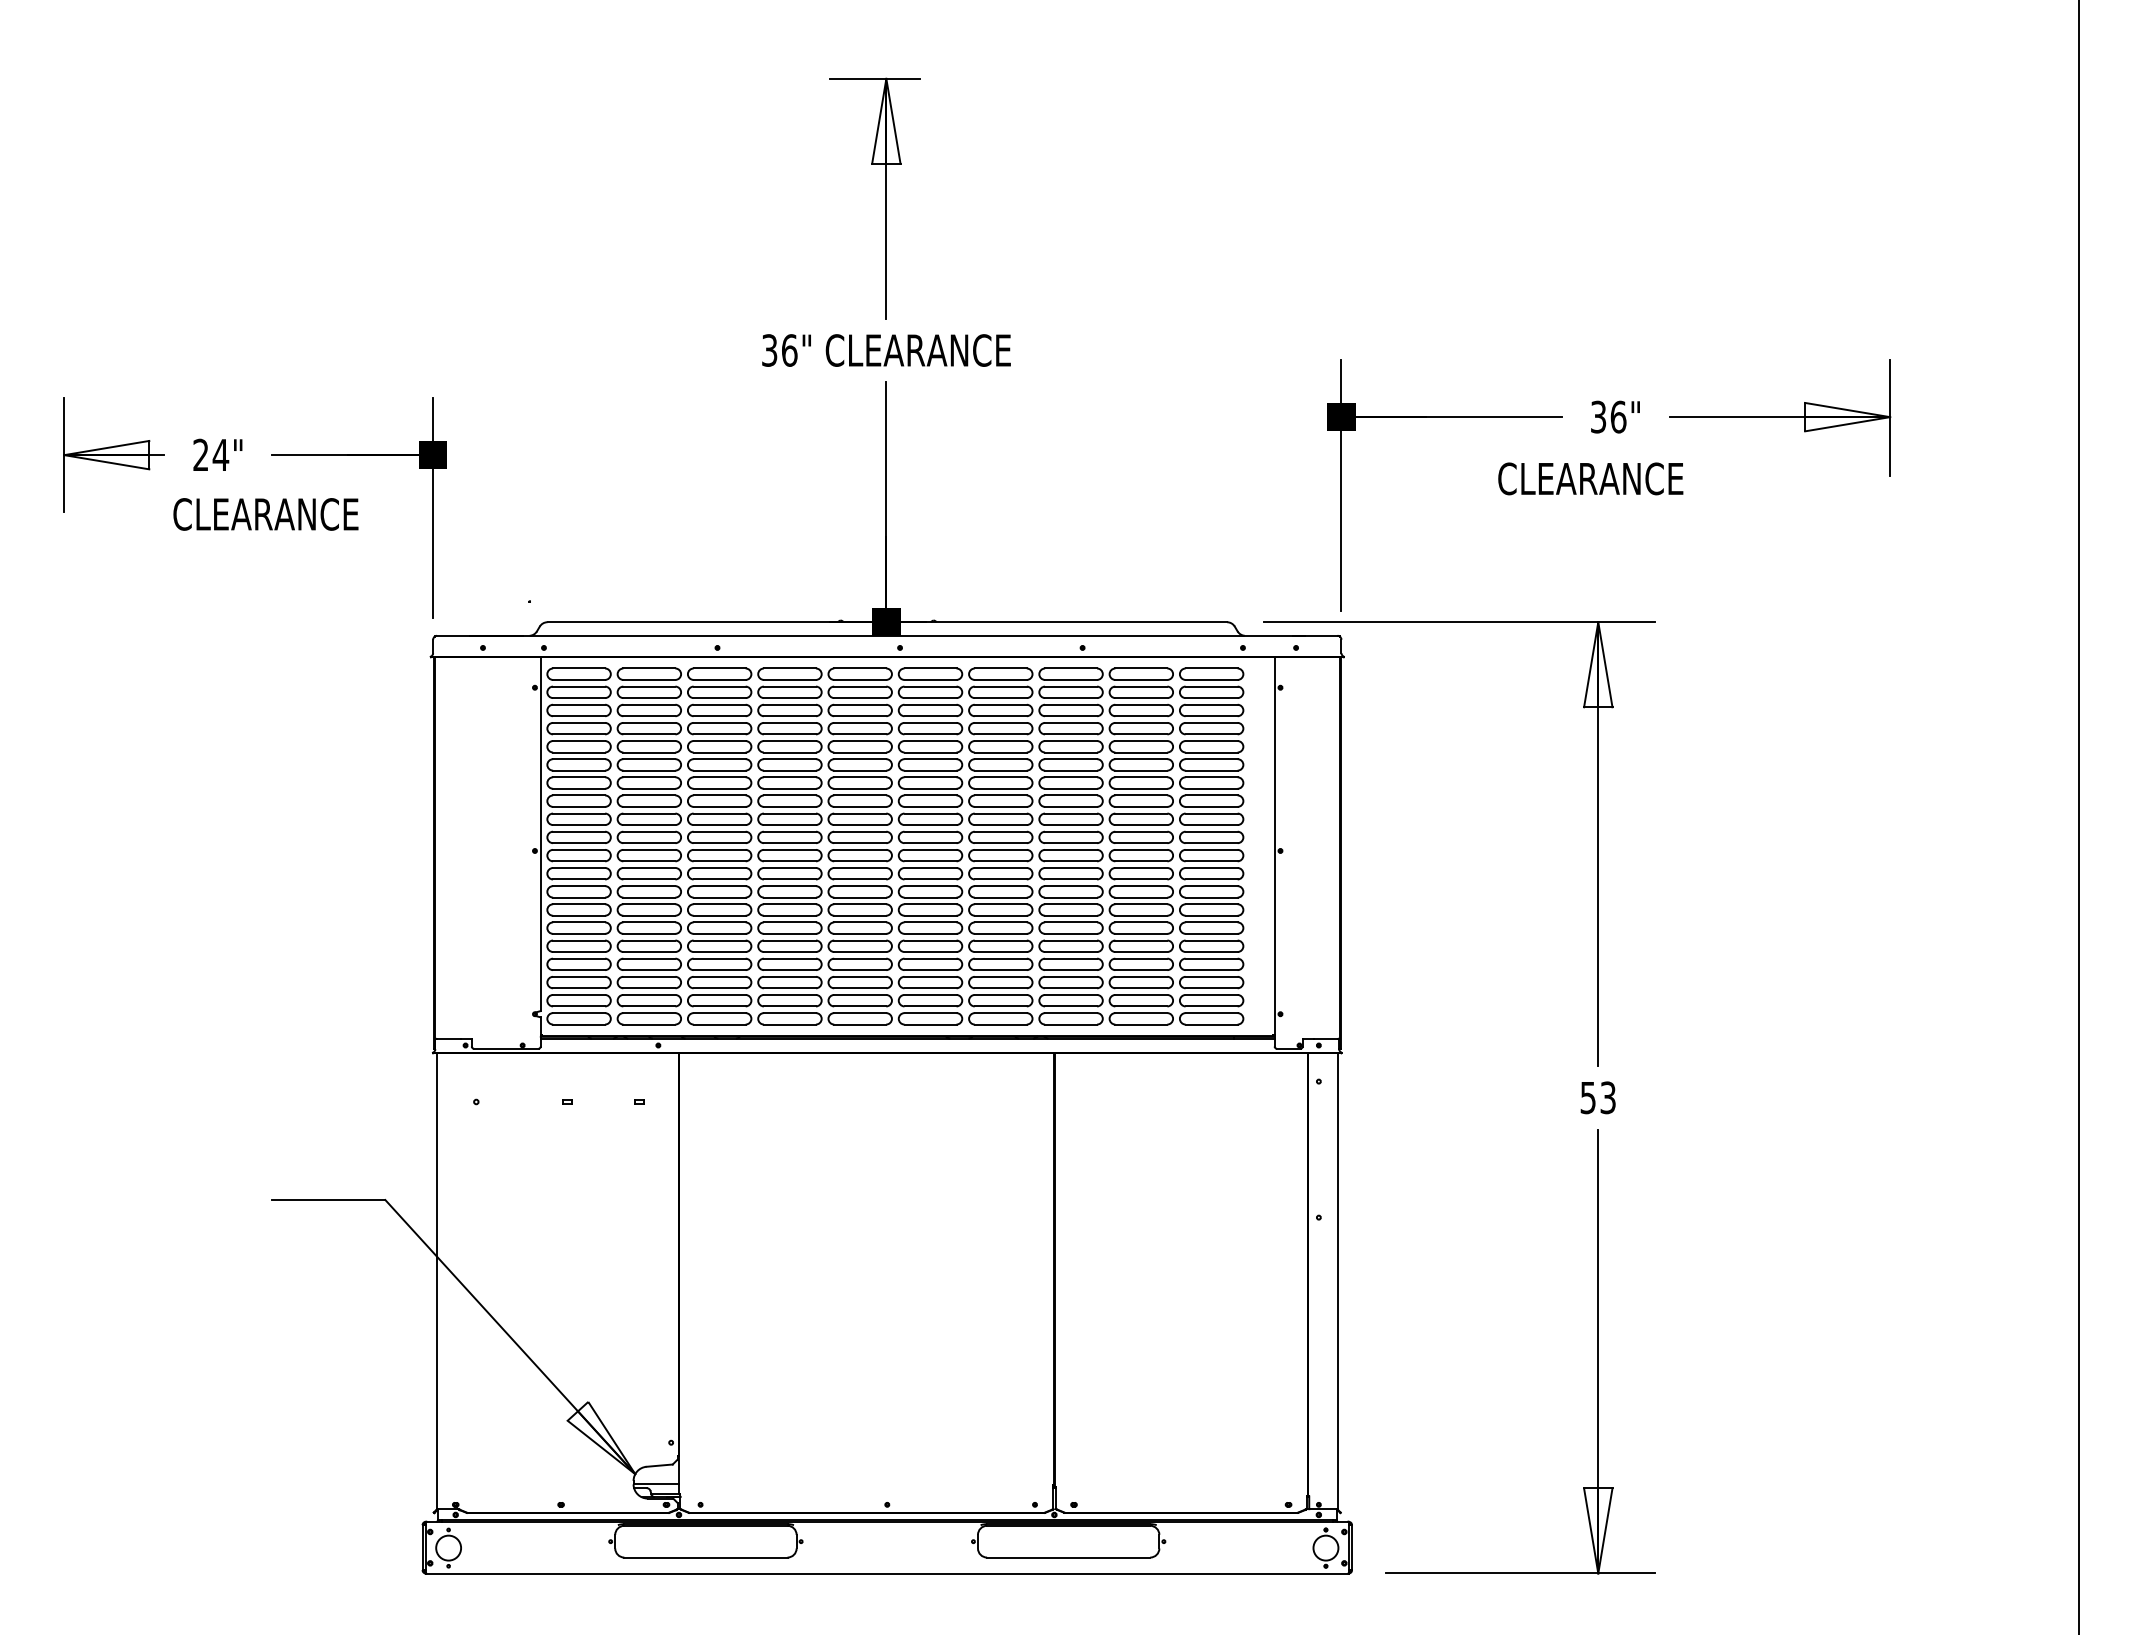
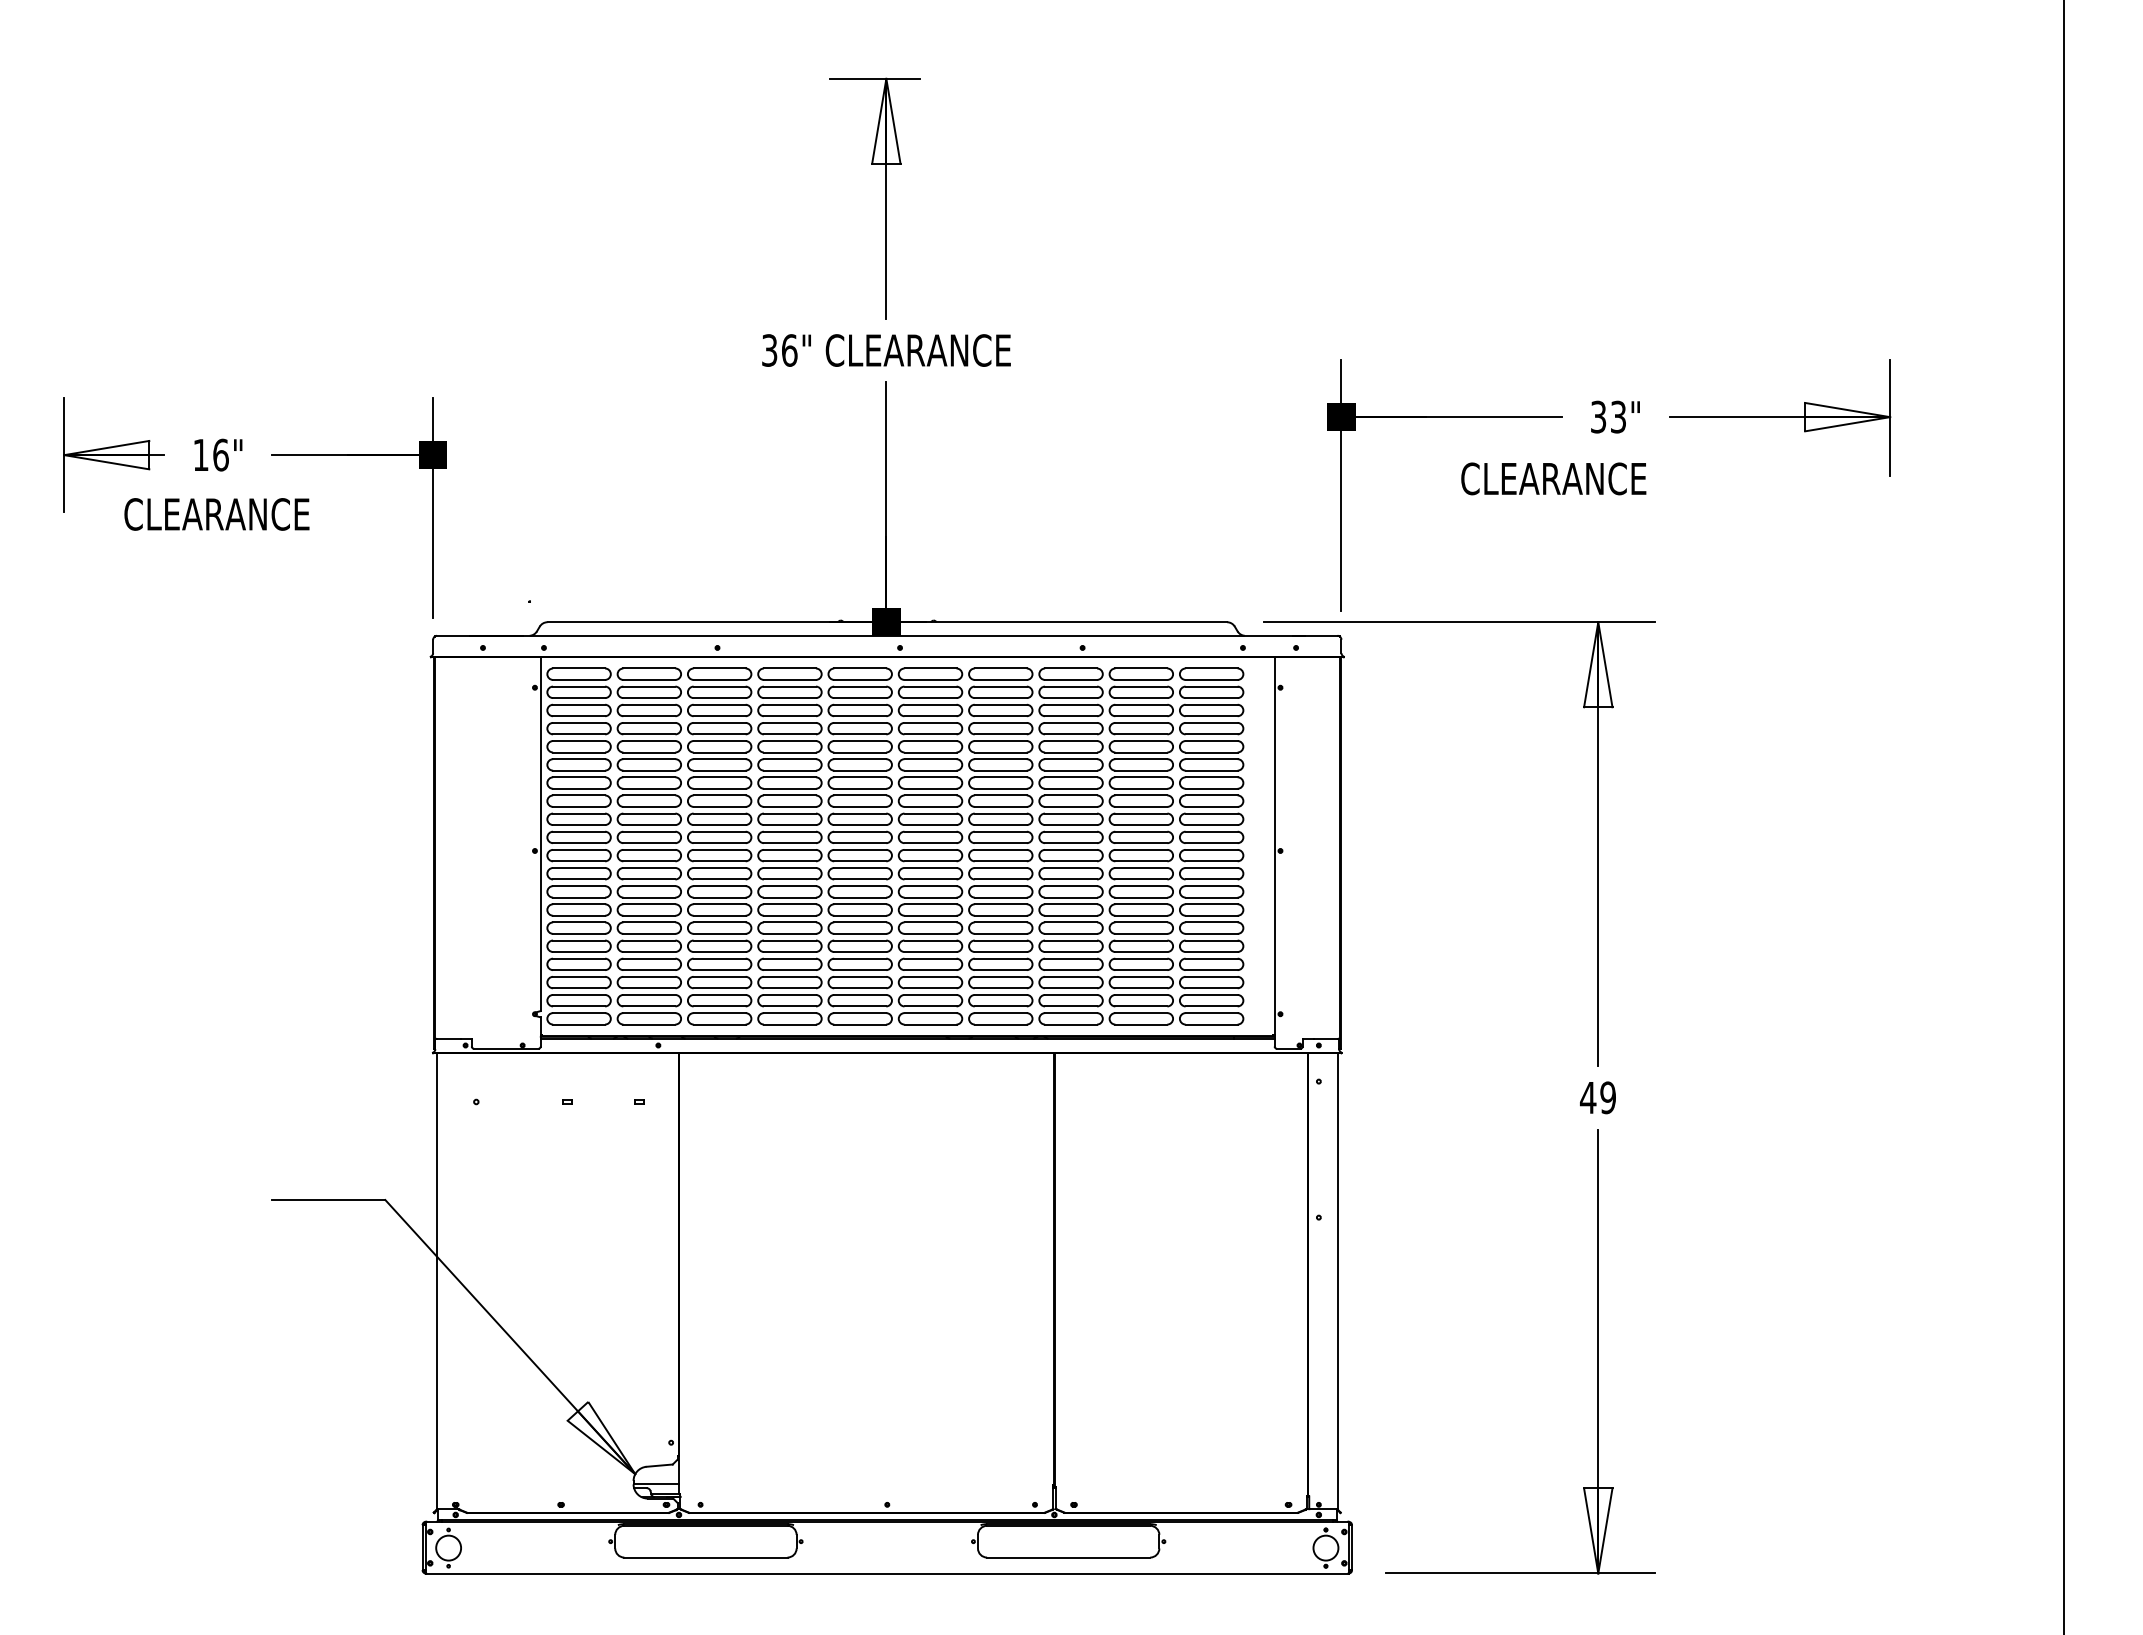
text at (1618, 416): 36" -> 33"
text at (211, 454): 24" -> 16"
text at (1590, 478) position: (1590, 478) -> (1553, 478)
text at (265, 514) position: (265, 514) -> (216, 514)
line at (2078, 816) position: (2078, 816) -> (2063, 816)
text at (1597, 1097): 53 -> 49
